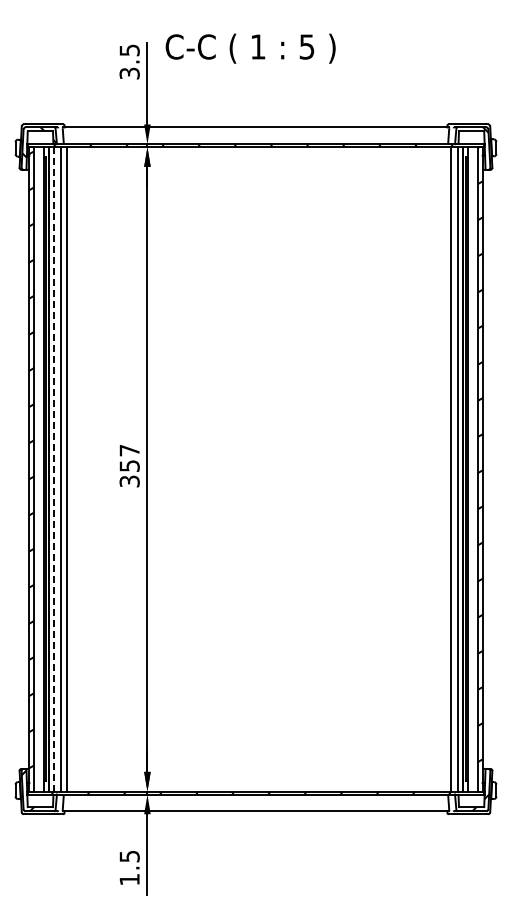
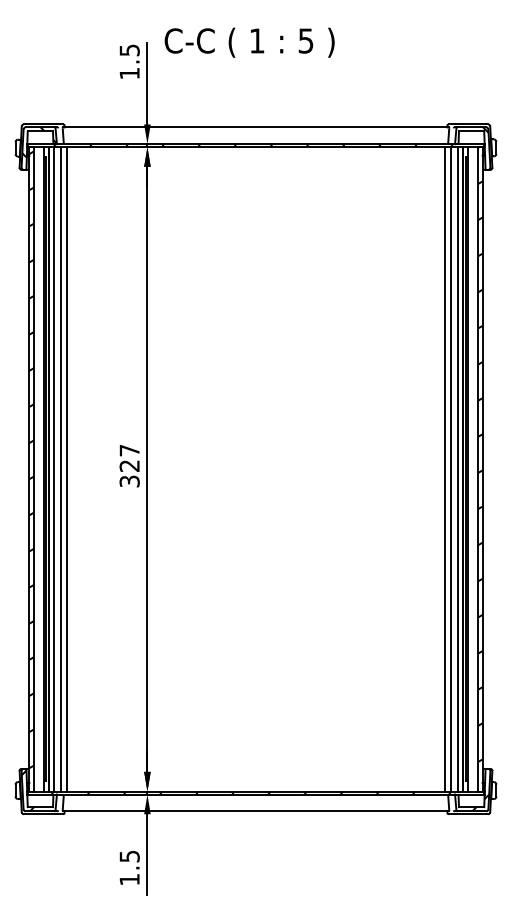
text at (250, 48) position: (250, 48) -> (249, 42)
text at (129, 73): 3.5 -> 1.5
text at (129, 465): 357 -> 327
line at (54, 469): dashed -> solid
line at (444, 469): none -> present
